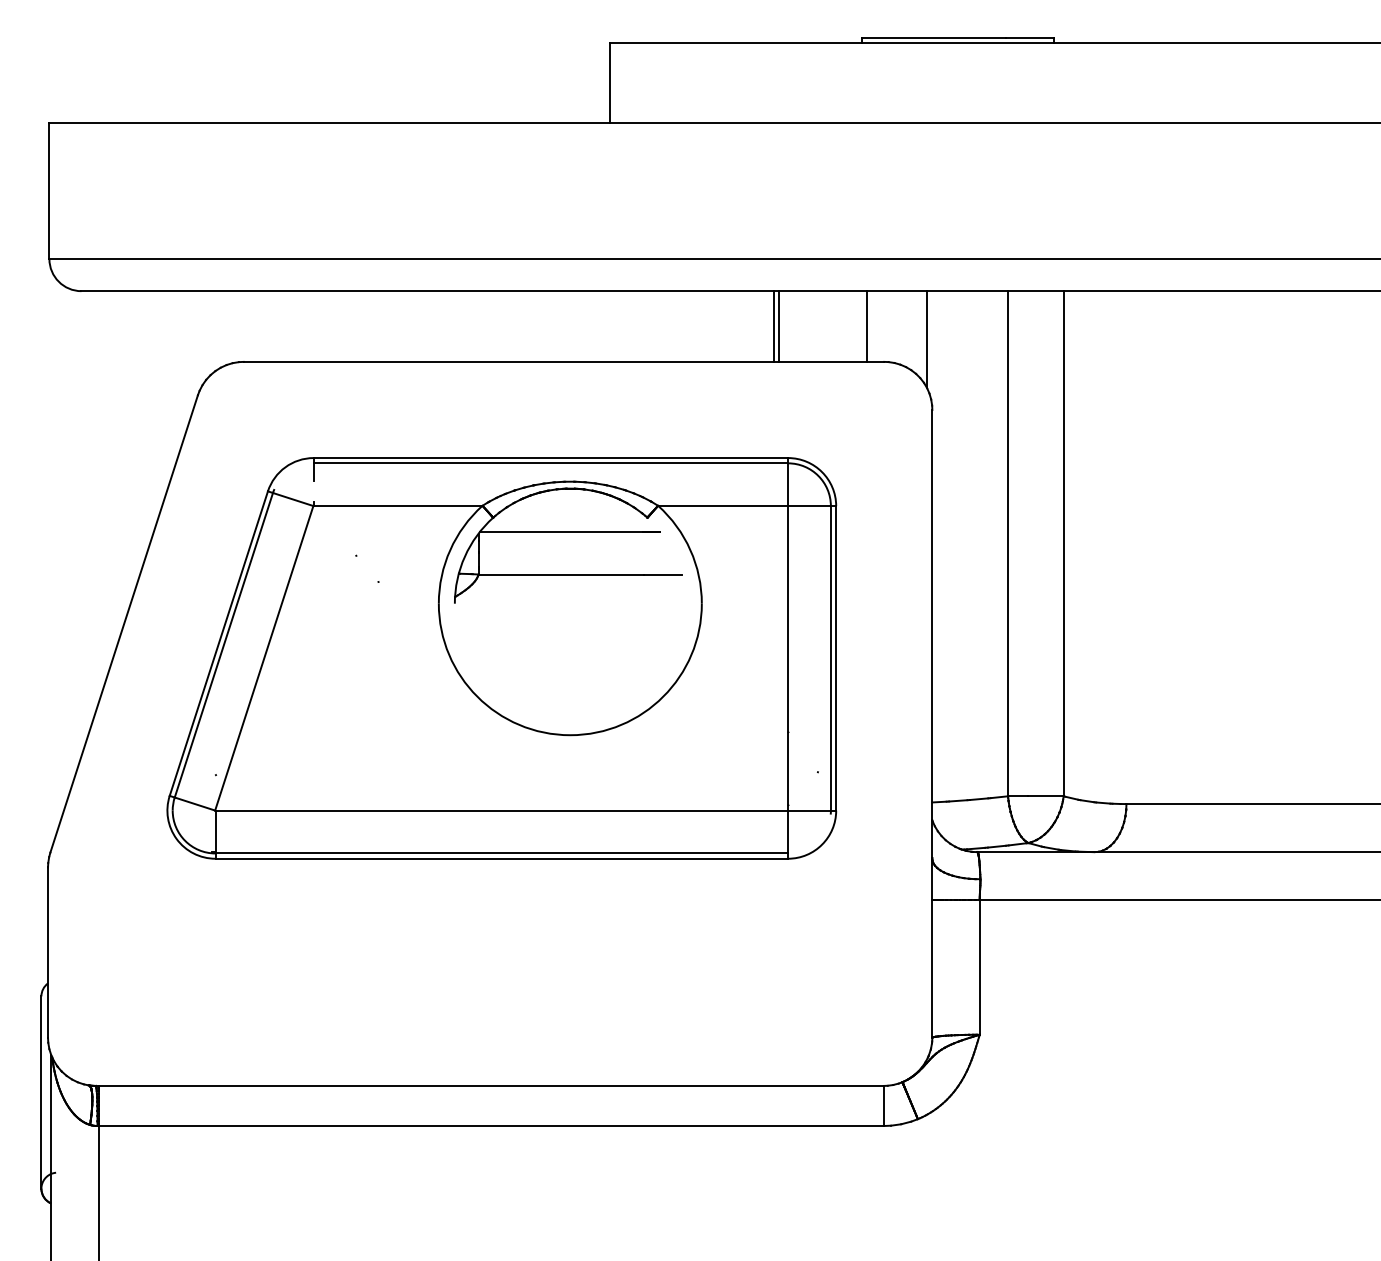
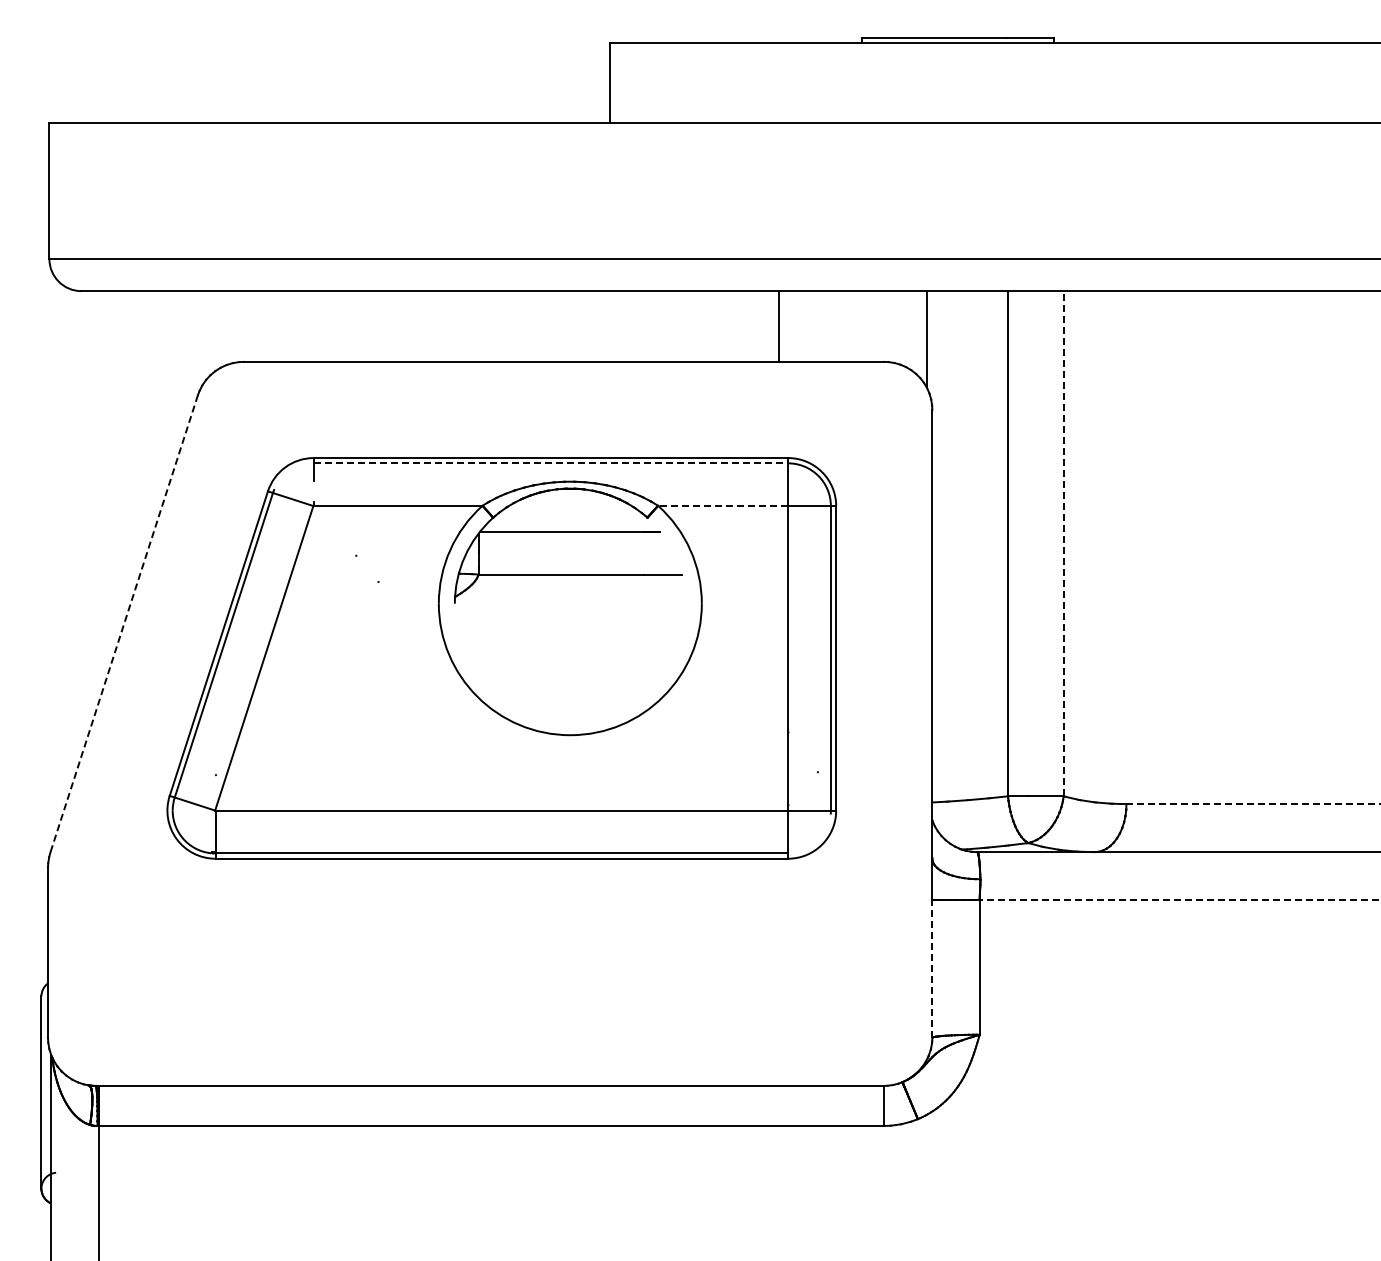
line at (774, 326): present -> none
line at (866, 326): present -> none
line at (551, 463): solid -> dashed
line at (723, 505): solid -> dashed
line at (1063, 543): solid -> dashed
line at (124, 624): solid -> dashed
line at (1253, 804): solid -> dashed
line at (1179, 900): solid -> dashed
line at (932, 968): solid -> dashed
